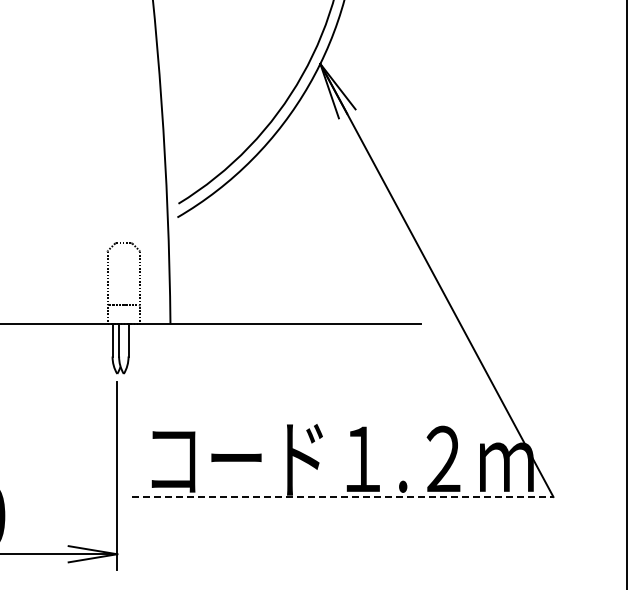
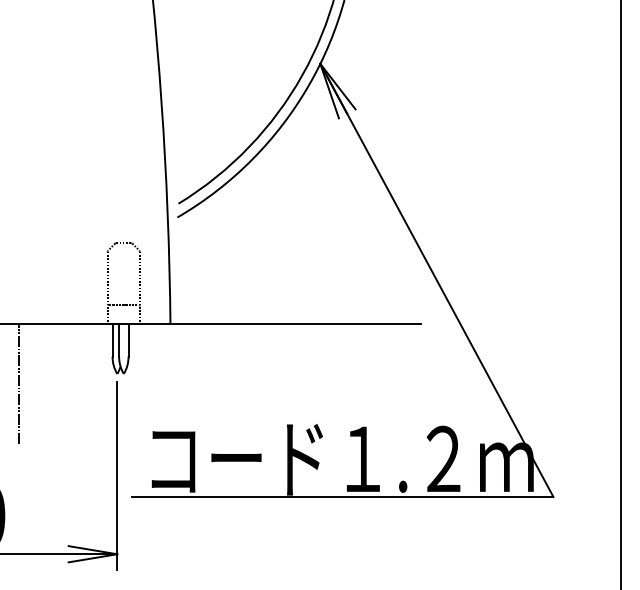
line at (626, 294) position: (626, 294) -> (620, 294)
line at (19, 384): none -> present
line at (342, 497): dashed -> solid
